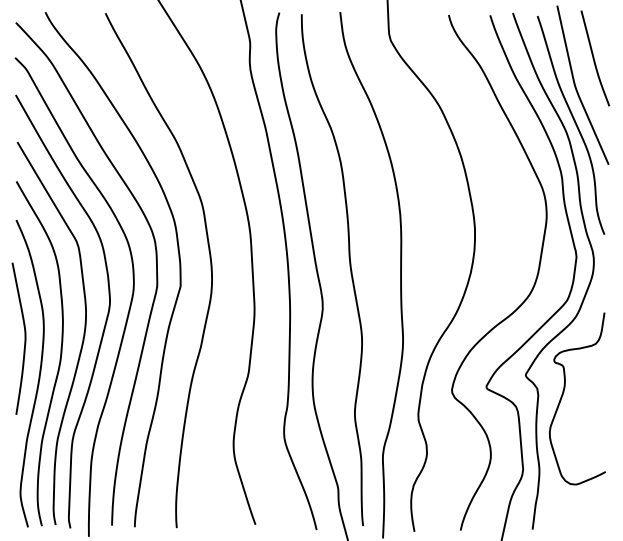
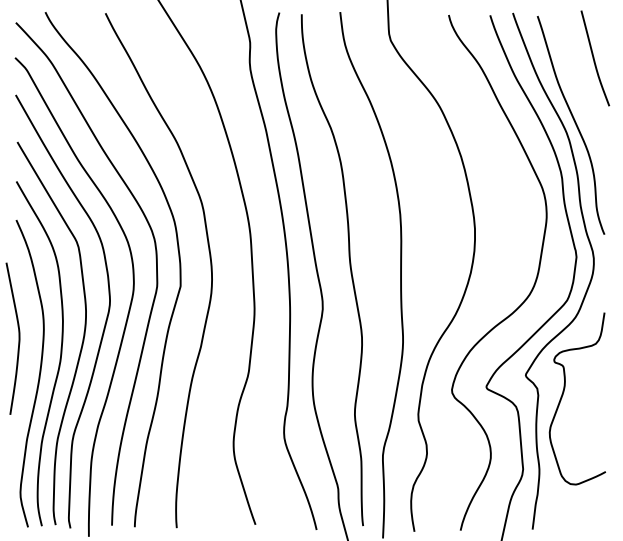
curve at (576, 86): present -> none
curve at (24, 338) position: (24, 338) -> (18, 338)
